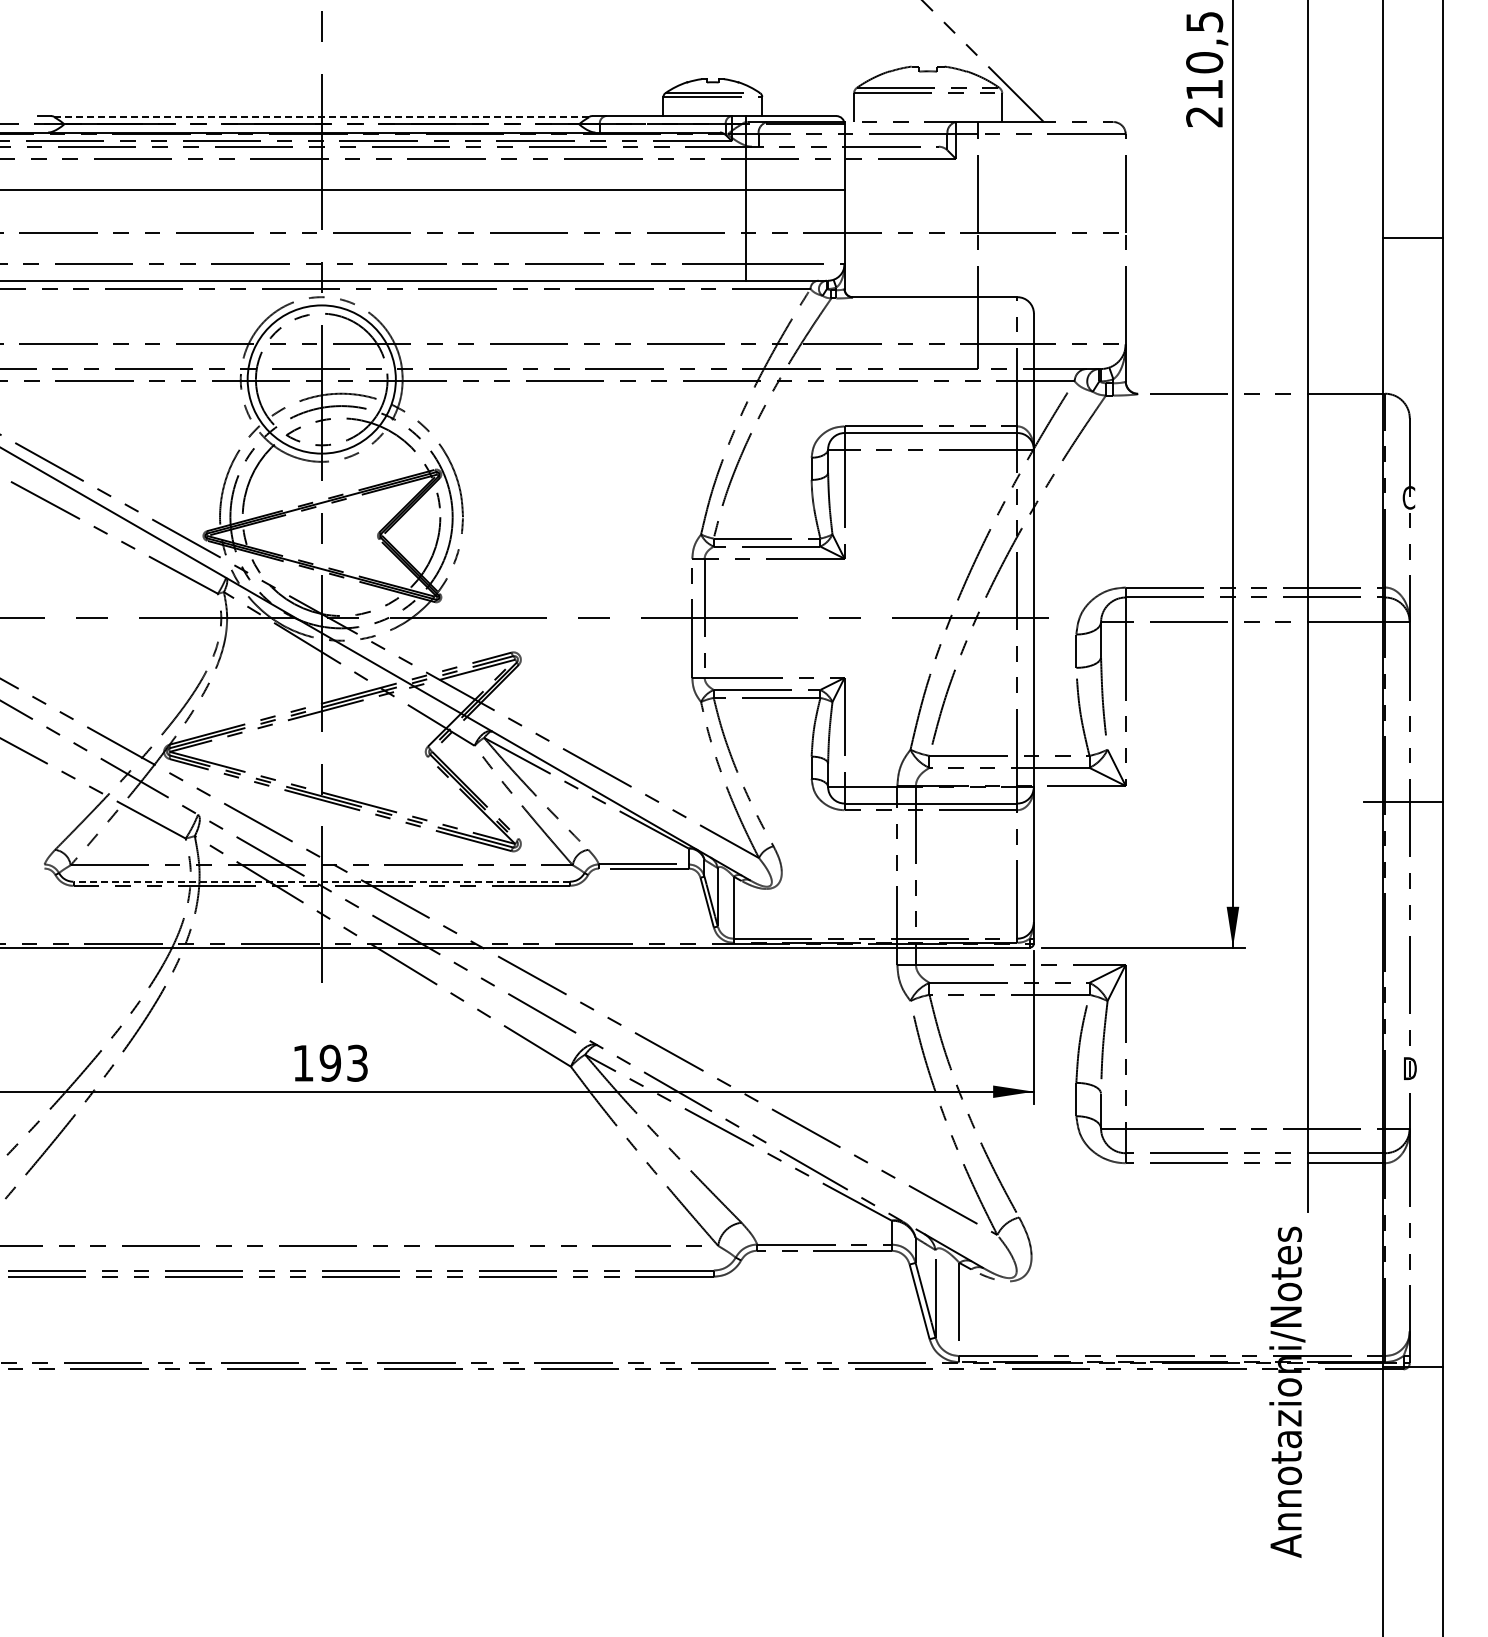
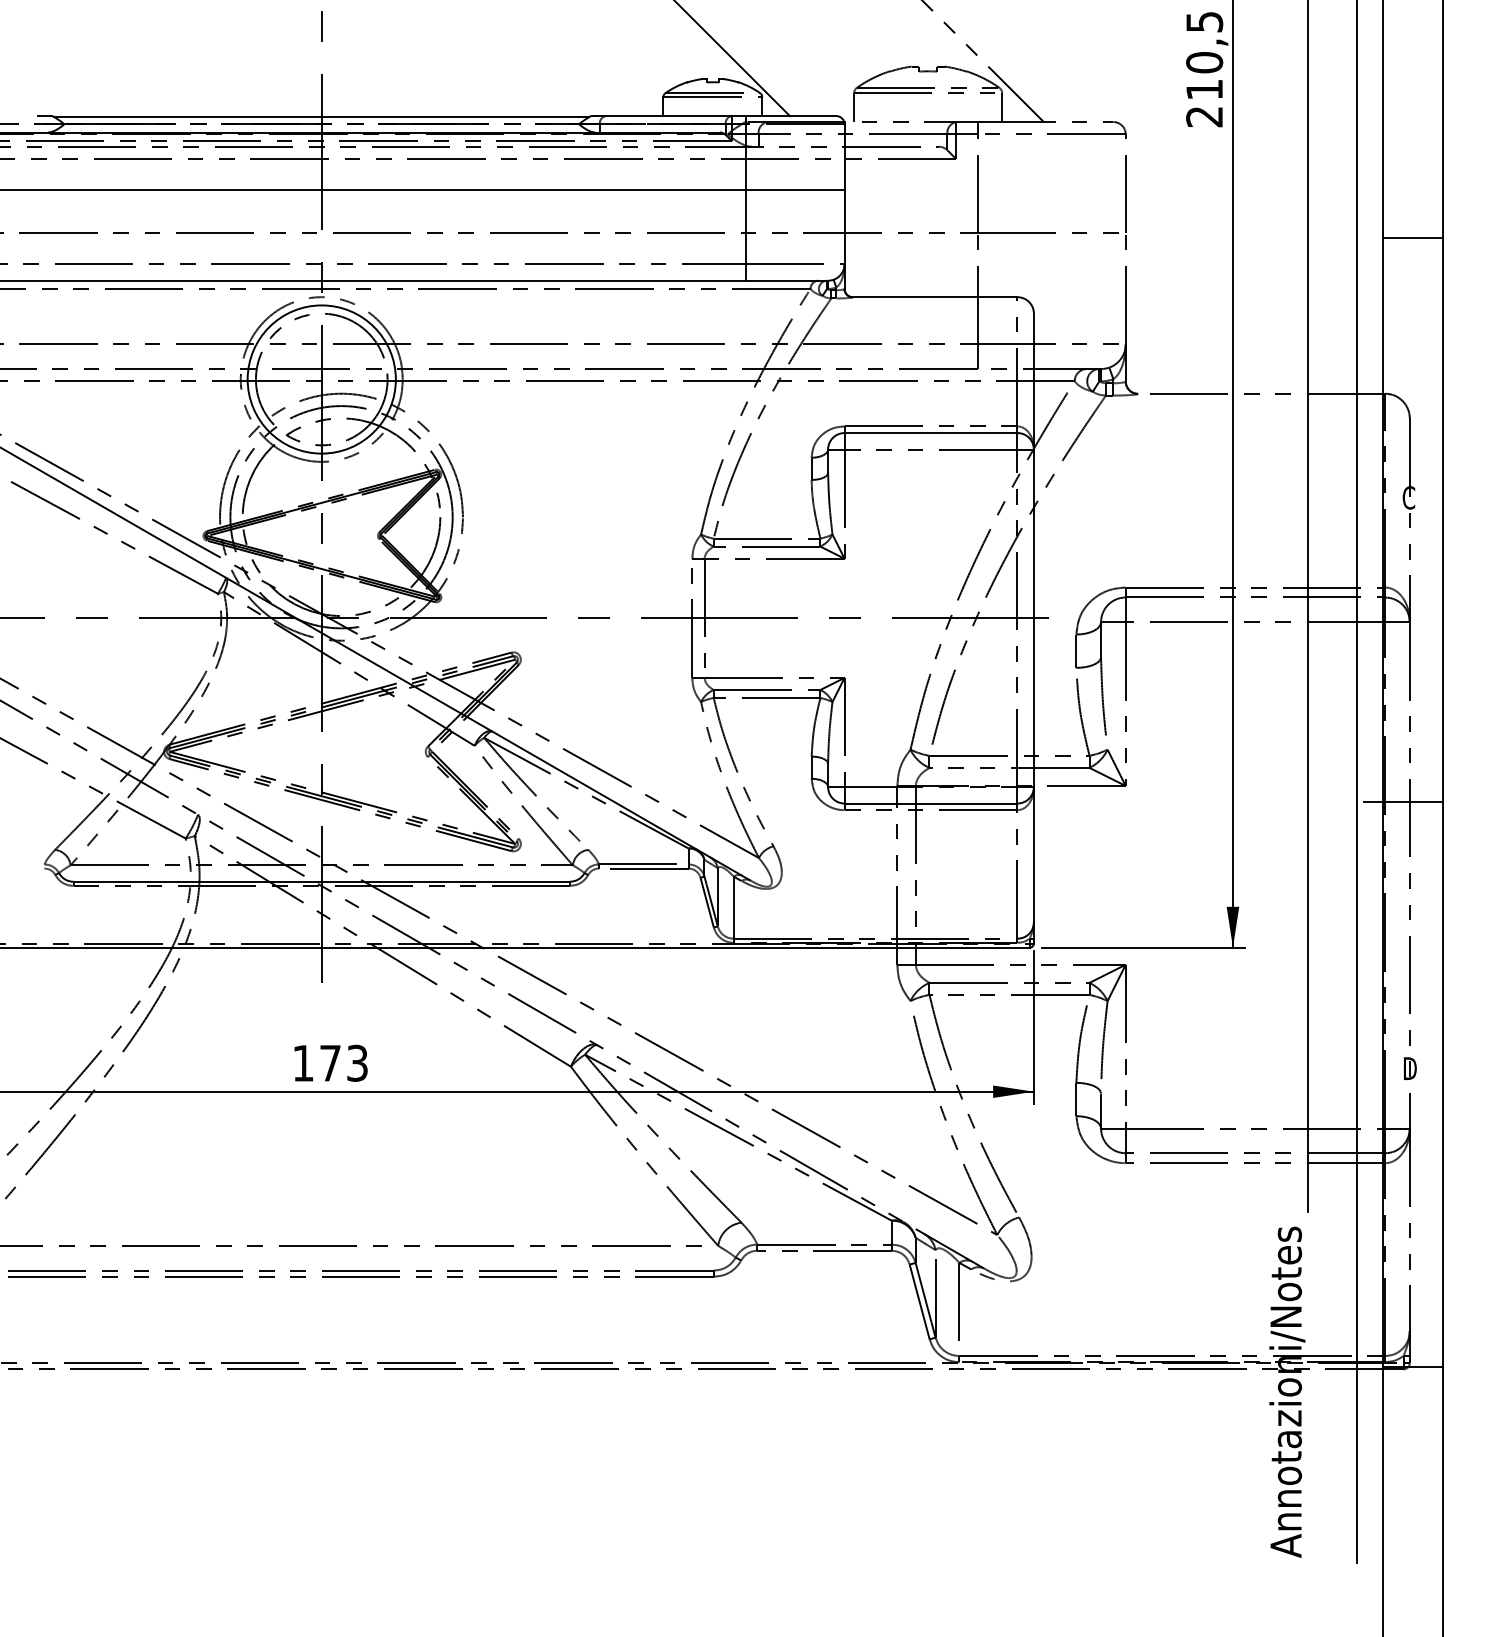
line at (732, 59): none -> present
line at (322, 117): dashed -> solid
line at (1357, 782): none -> present
line at (321, 881): dashed -> solid
text at (330, 1062): 193 -> 173
